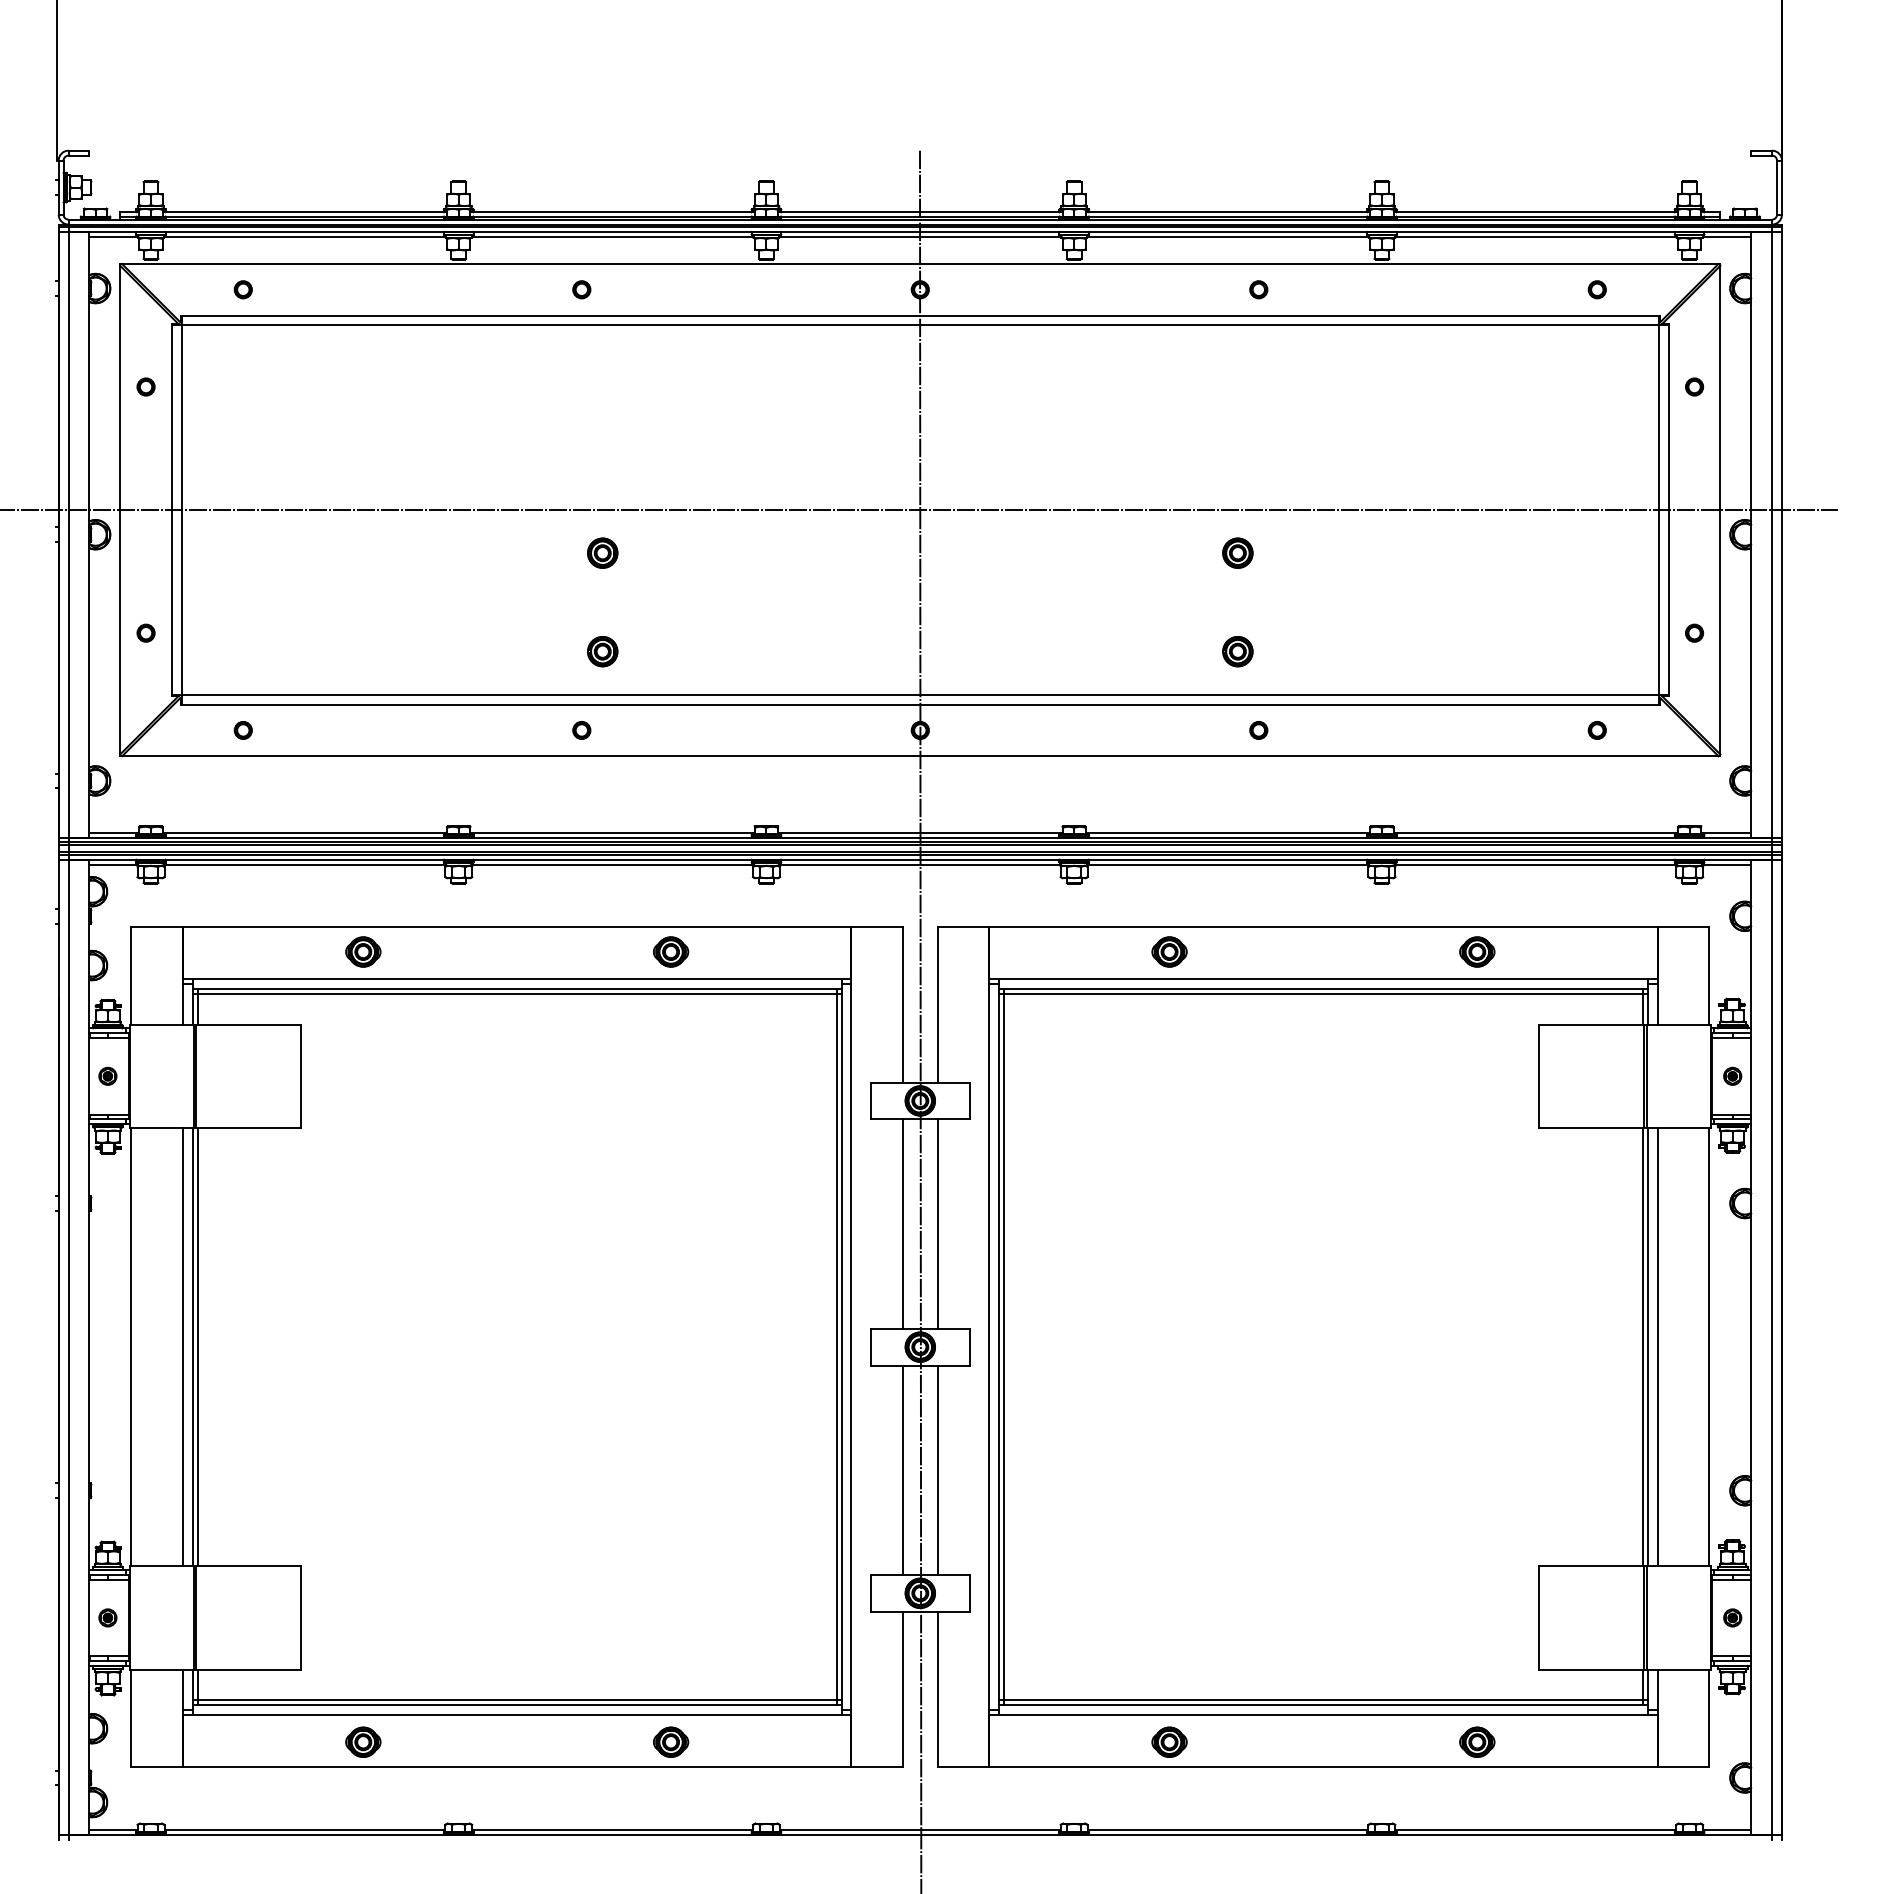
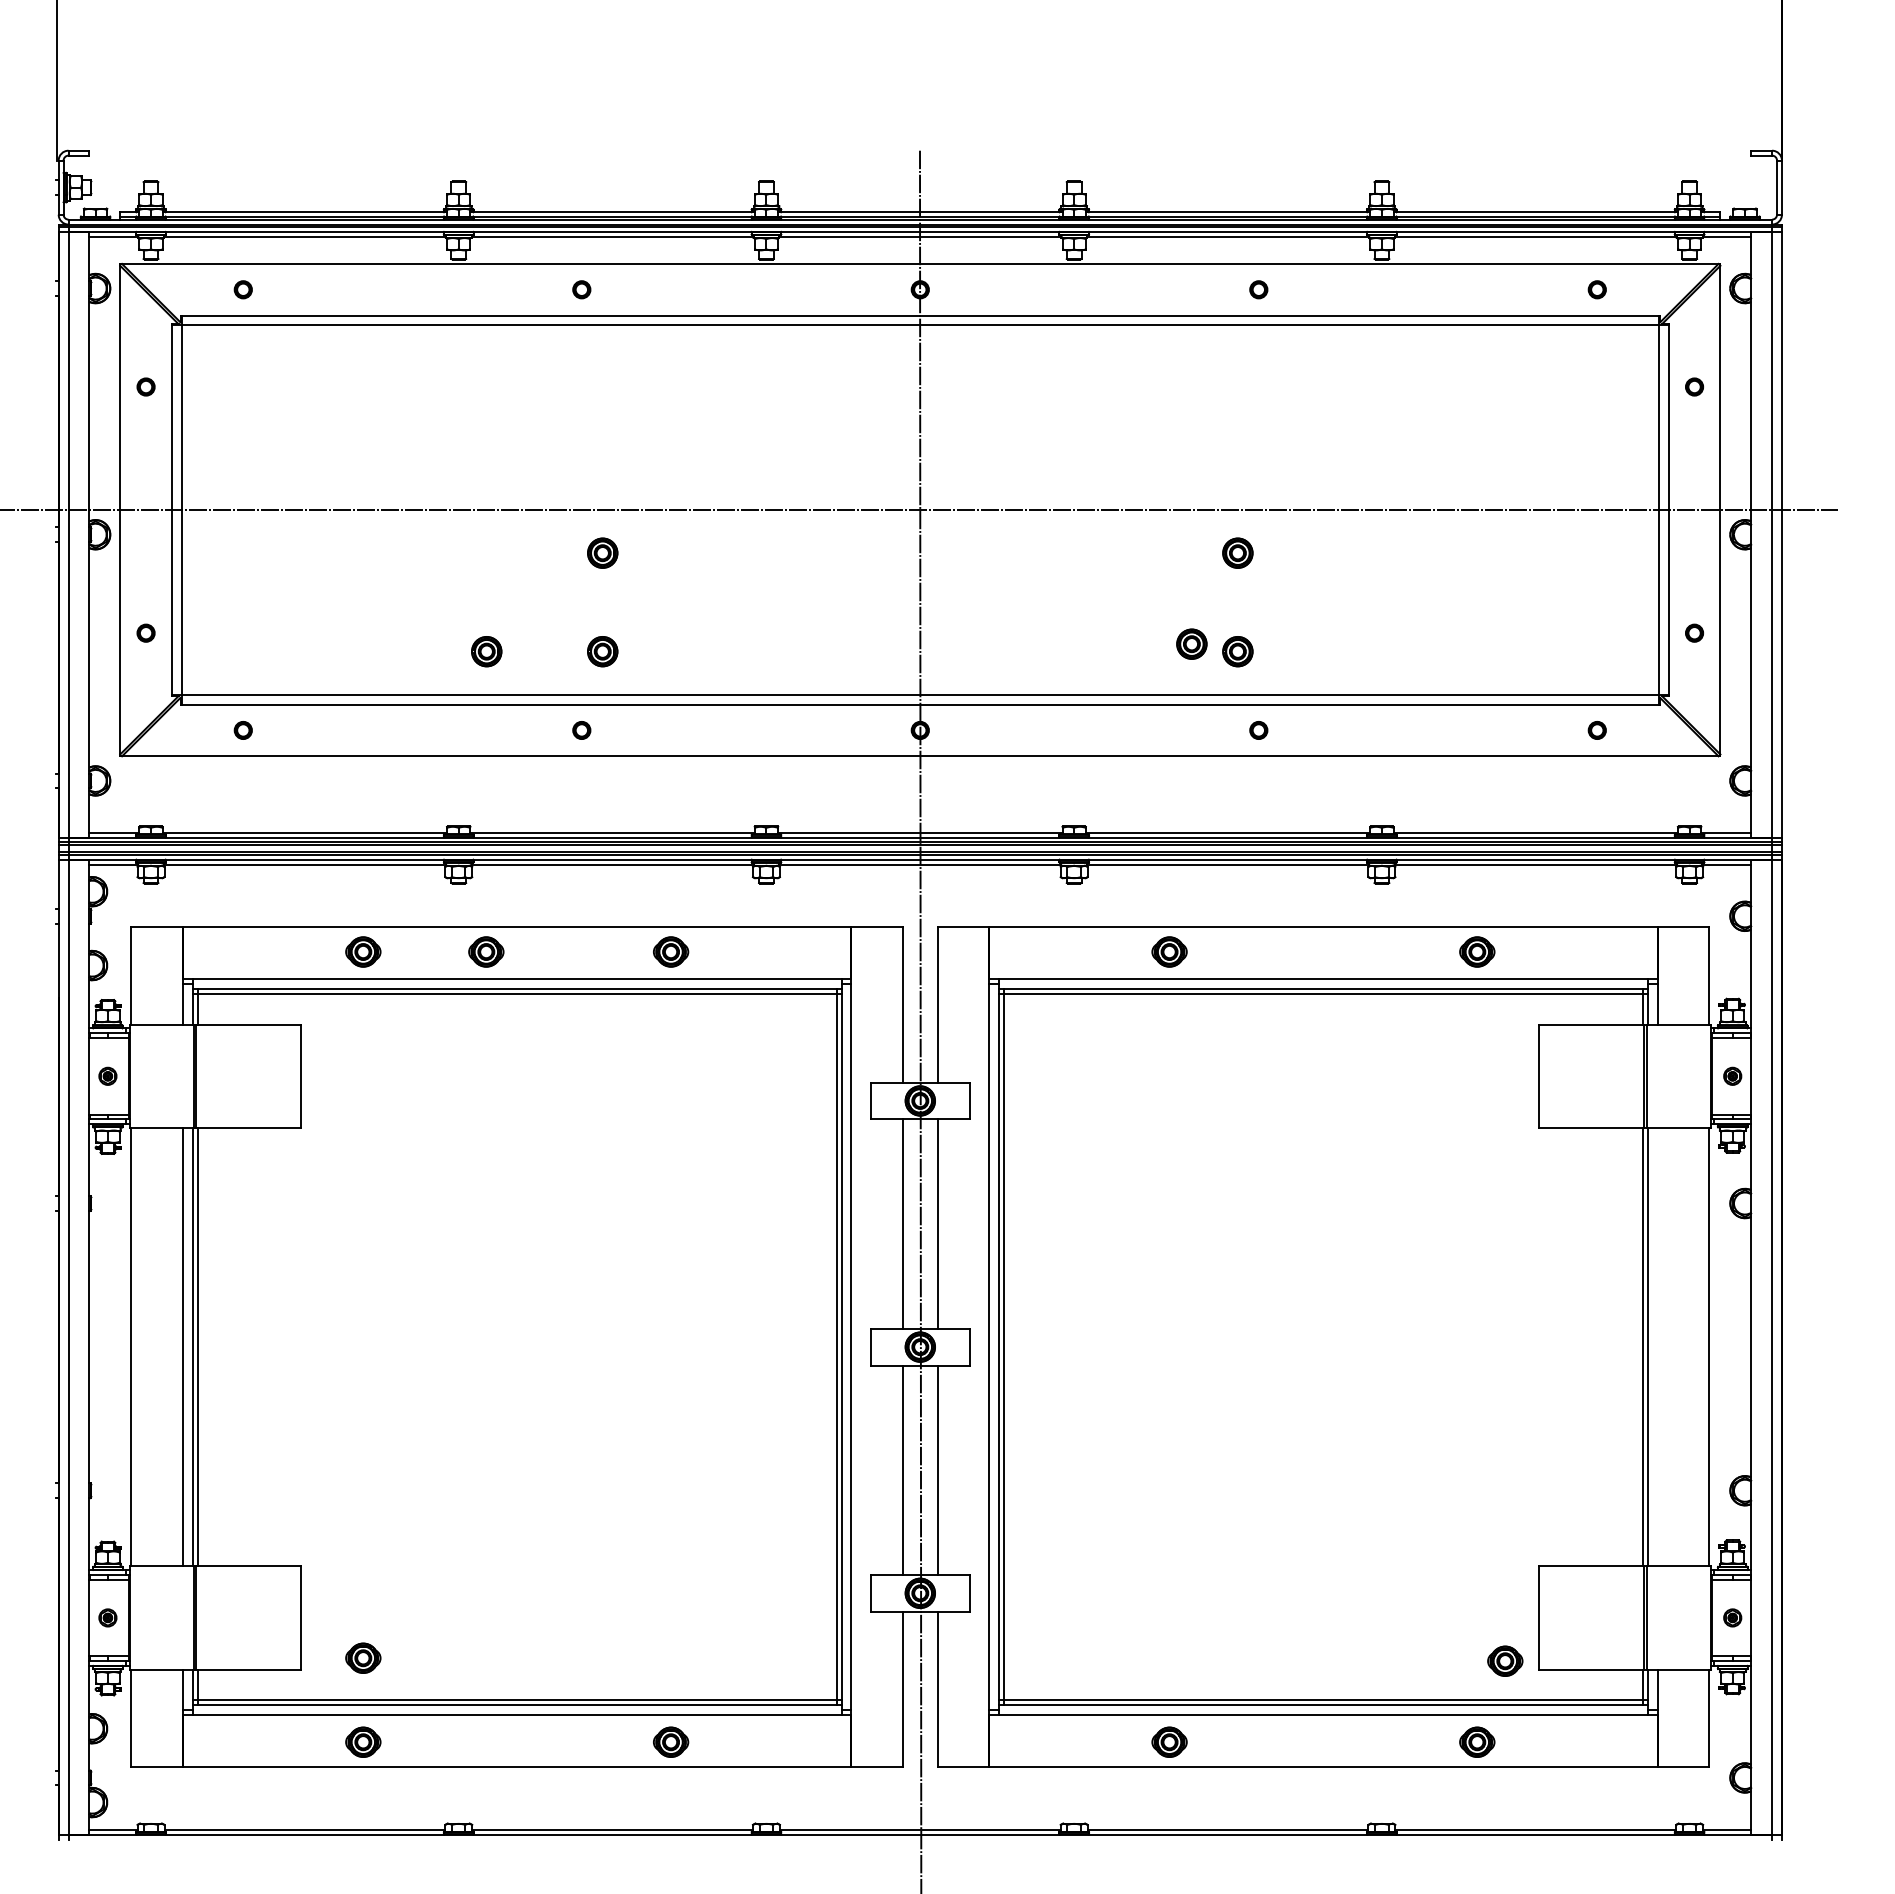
part at (1191, 643): none -> present
part at (486, 651): none -> present
part at (486, 951): none -> present
line at (1657, 1347): present -> none
part at (363, 1657): none -> present
part at (1505, 1660): none -> present
